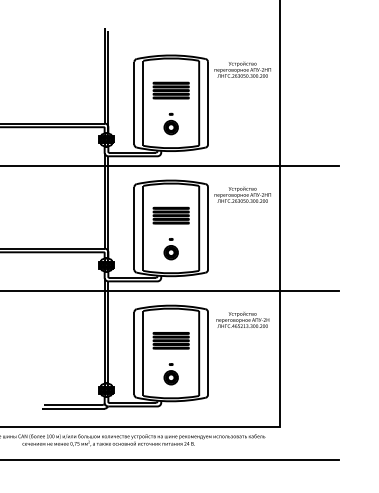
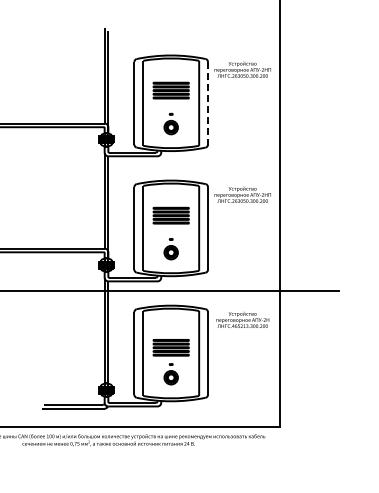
line at (208, 103): solid -> dashed
line at (170, 165): present -> none
part at (170, 340) position: (170, 340) -> (170, 347)
line at (170, 460): present -> none
